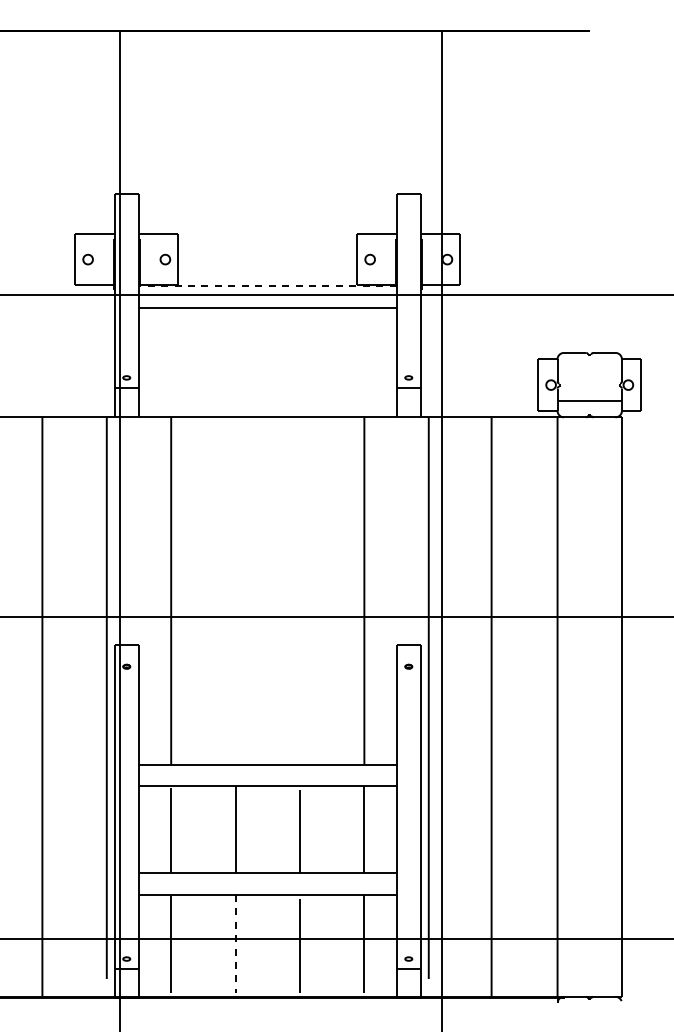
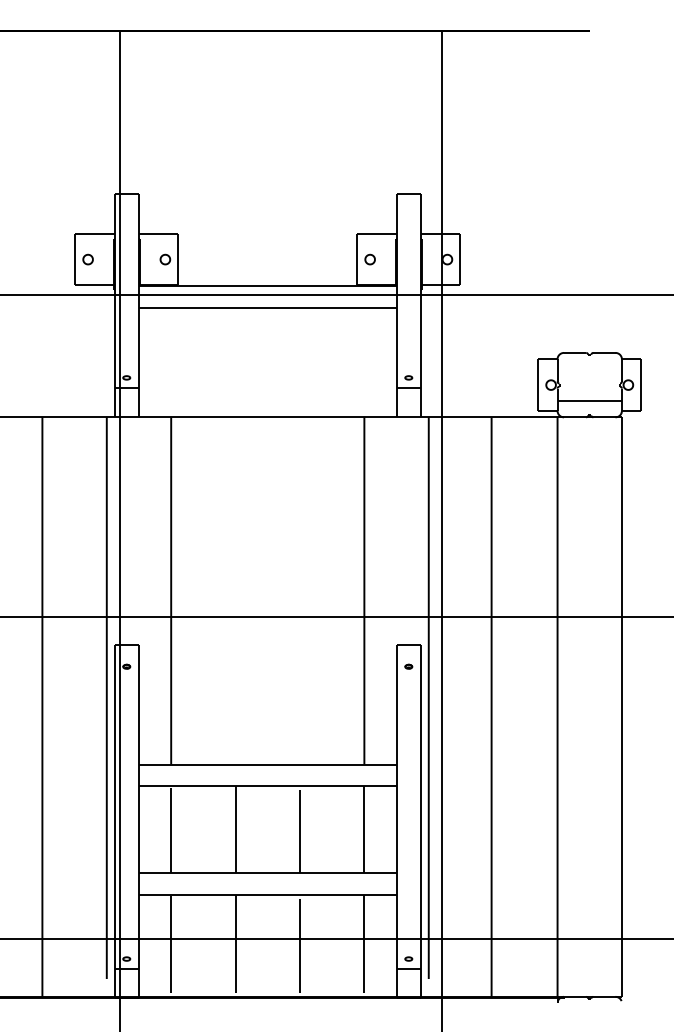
line at (267, 286): dashed -> solid
line at (235, 944): dashed -> solid
